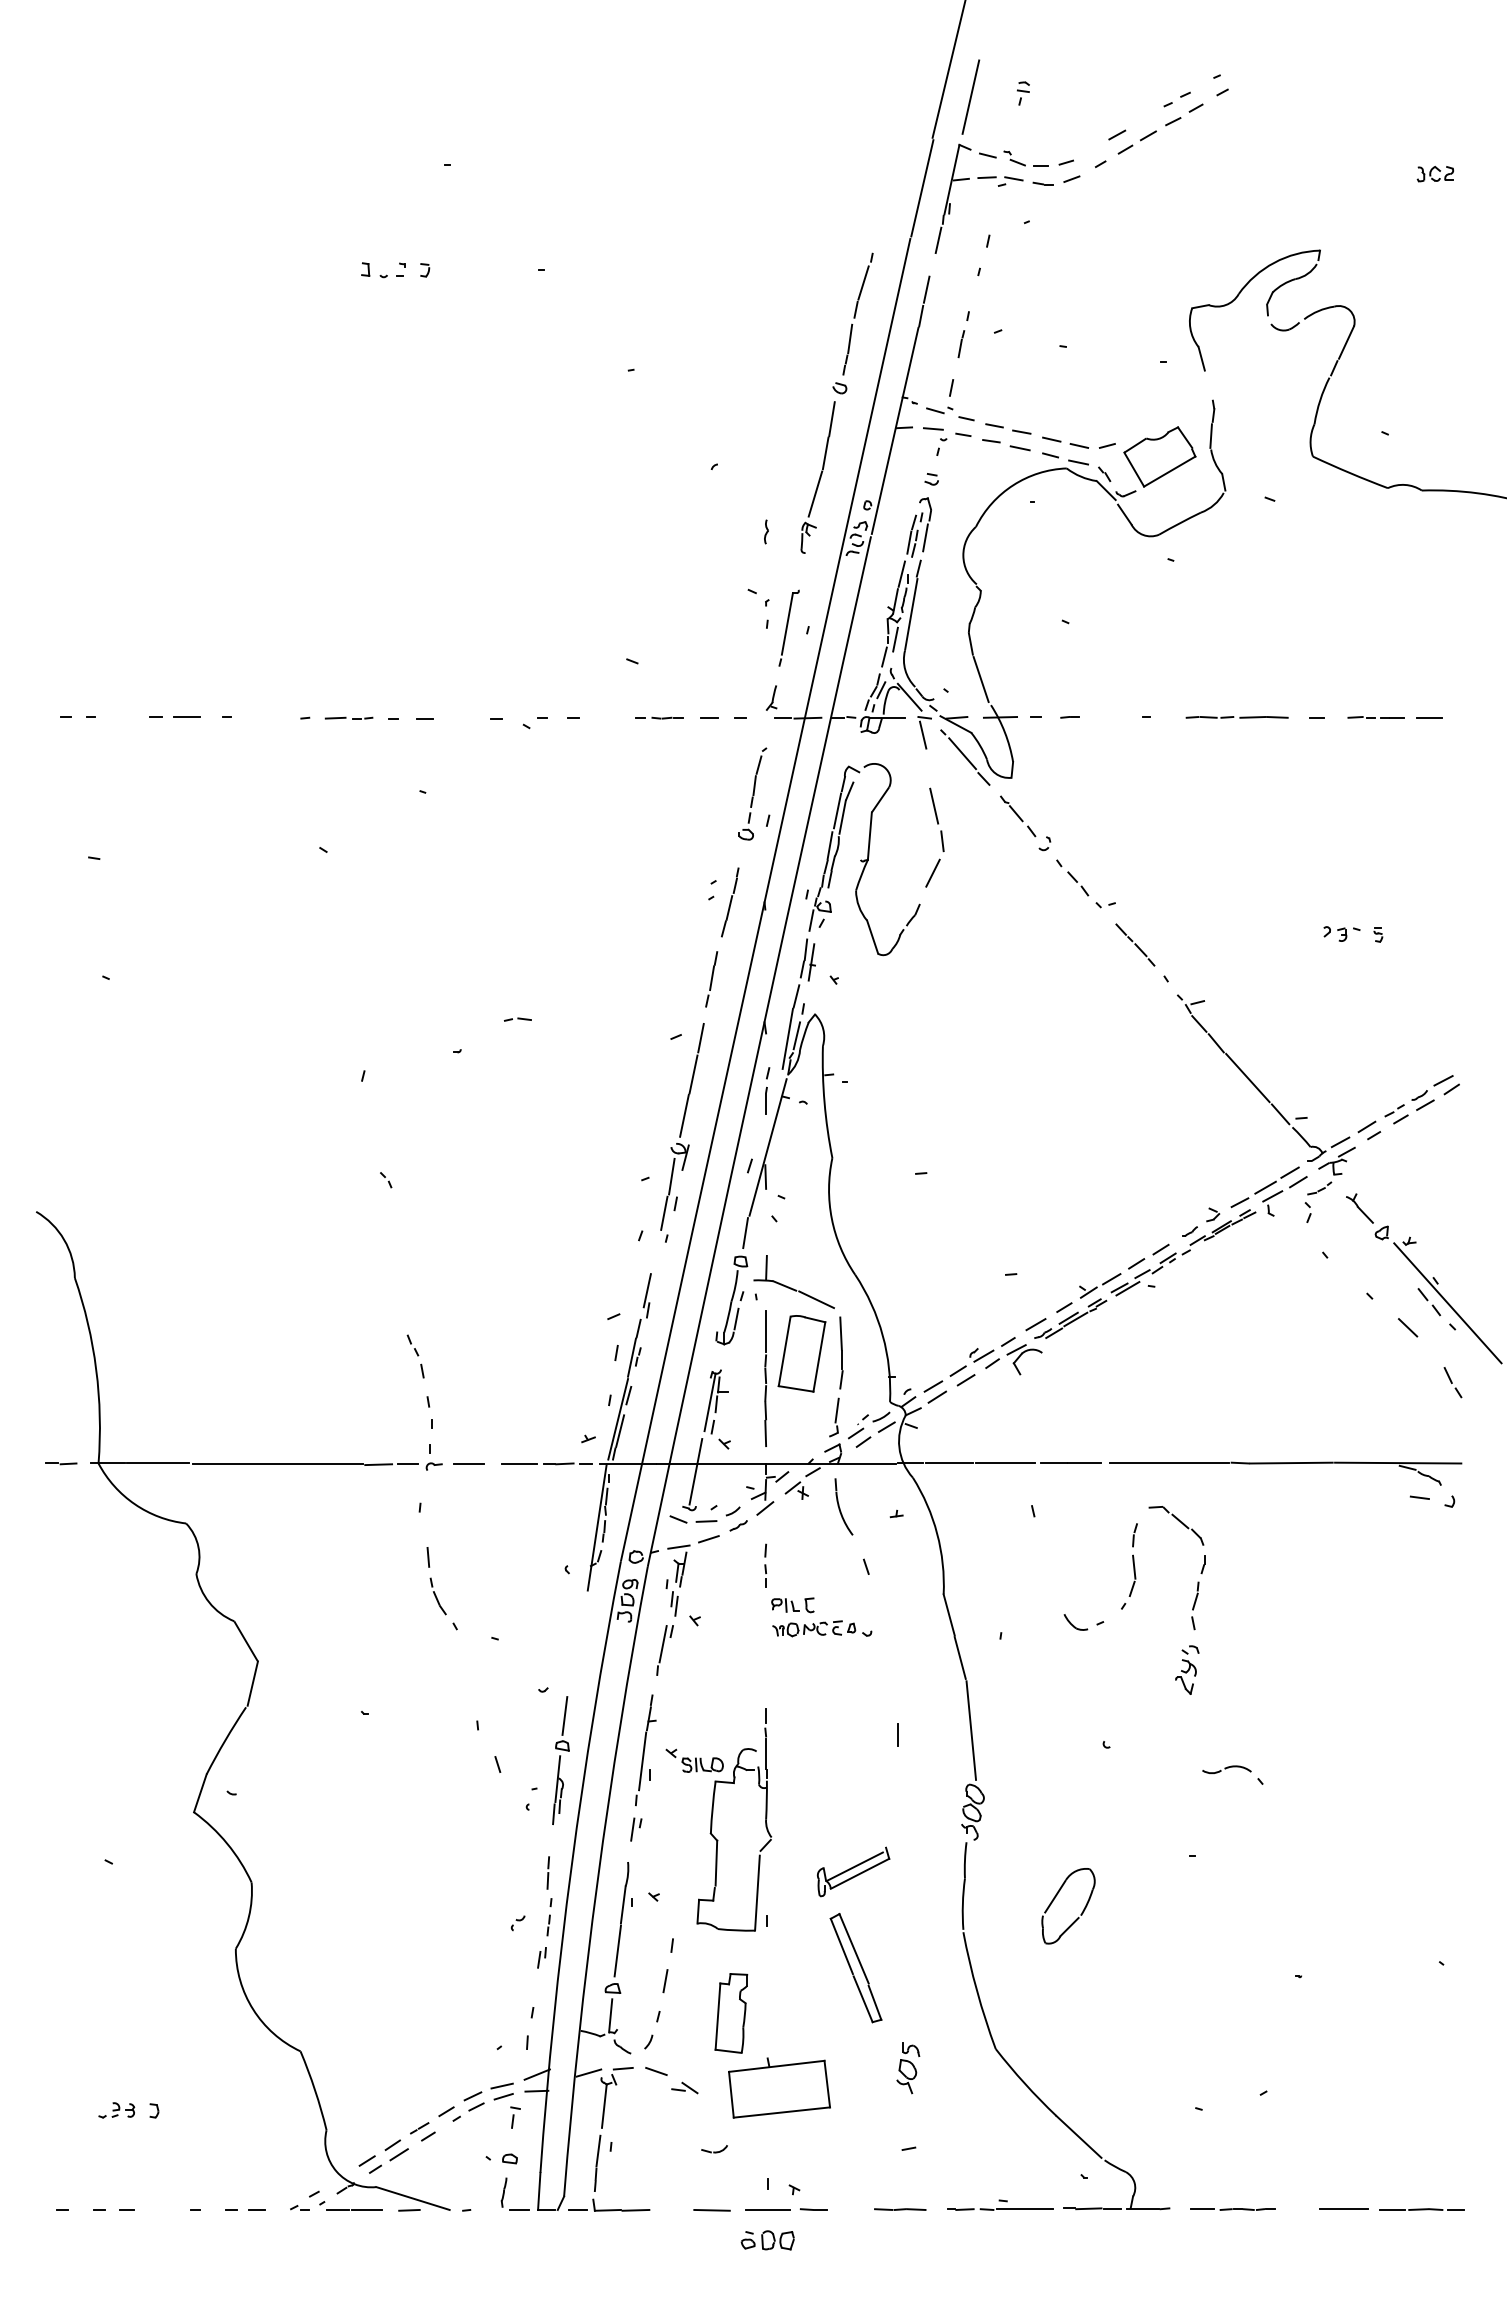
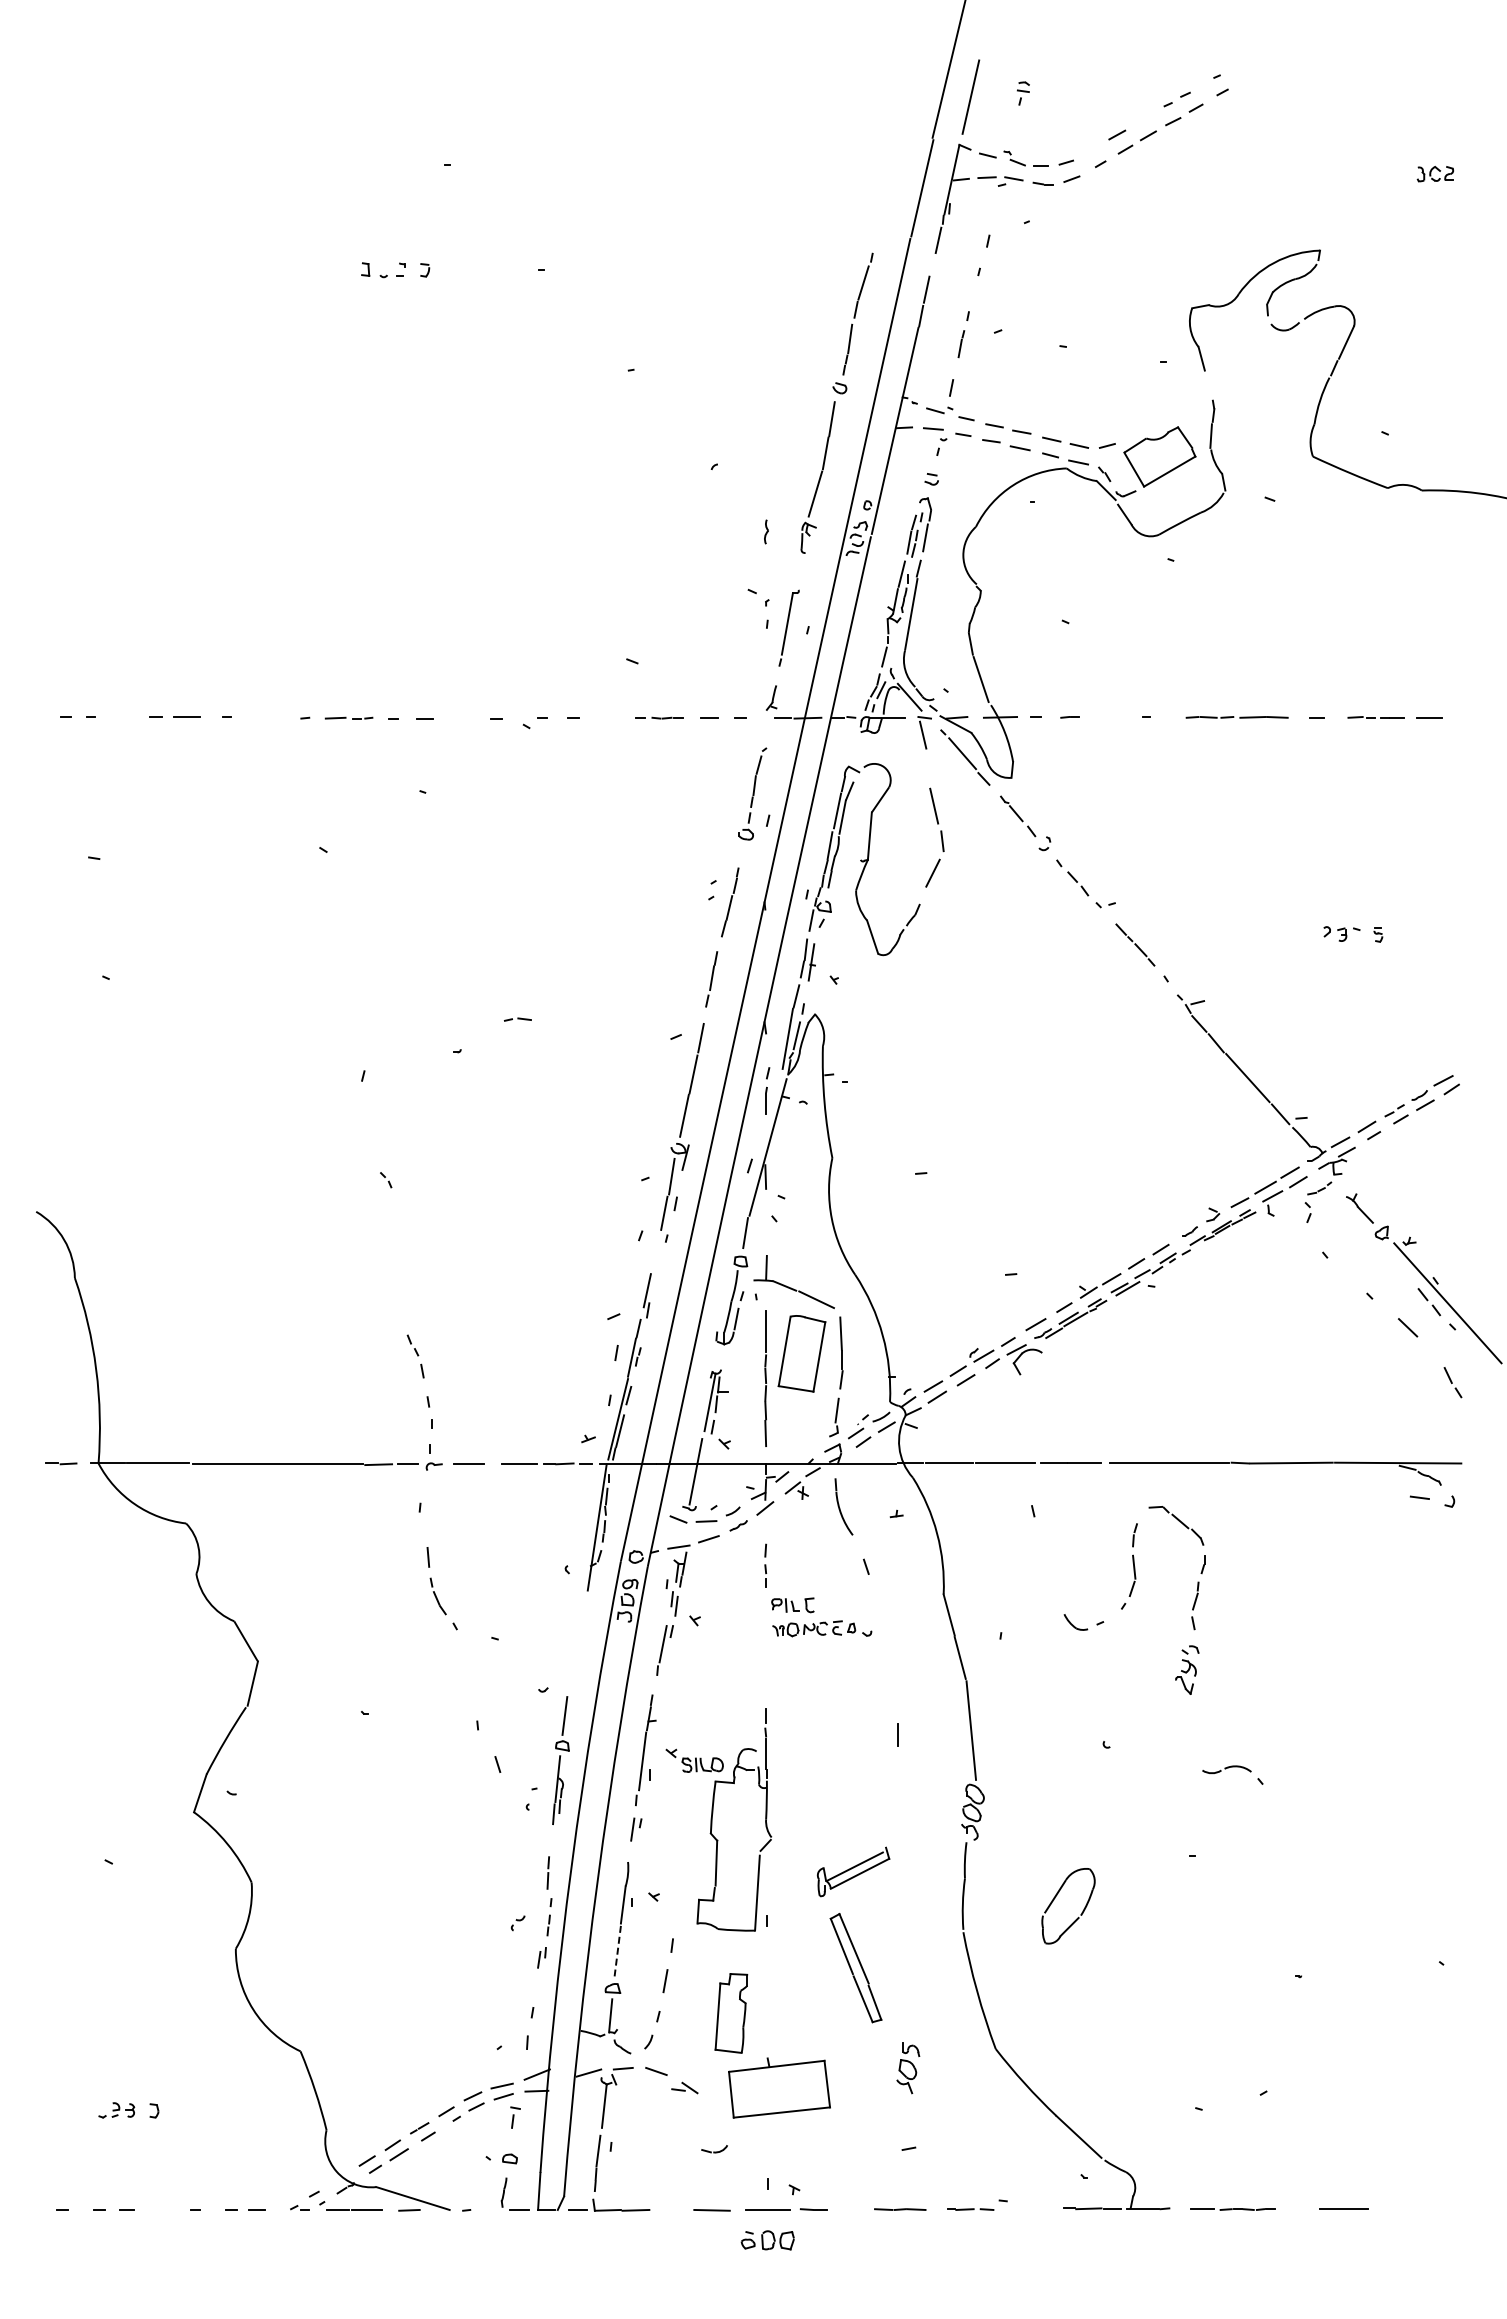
line at (895, 639): present -> none
line at (617, 1951): solid -> dashed
line at (1024, 2209): present -> none
line at (1421, 2209): present -> none
